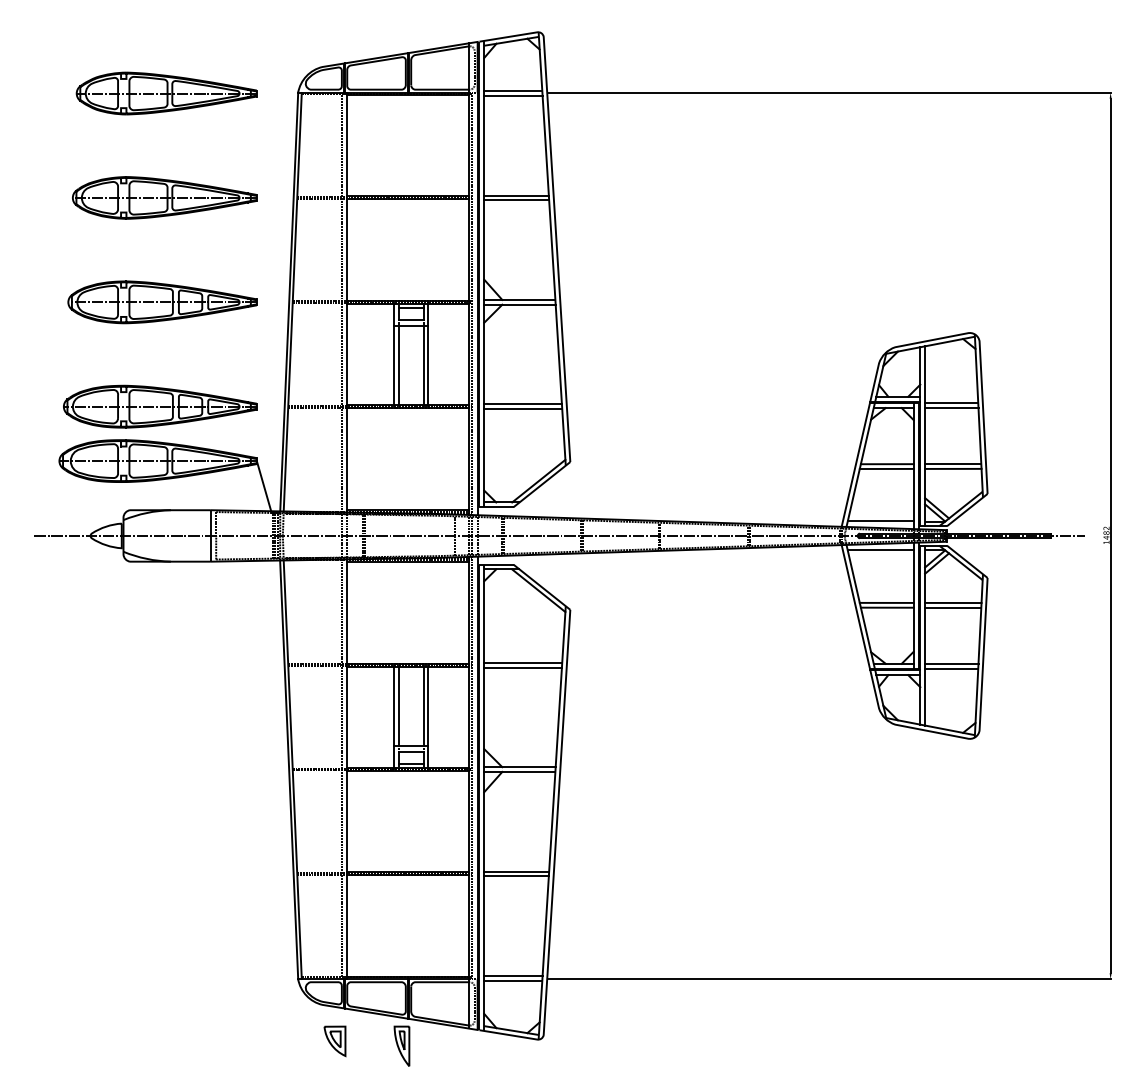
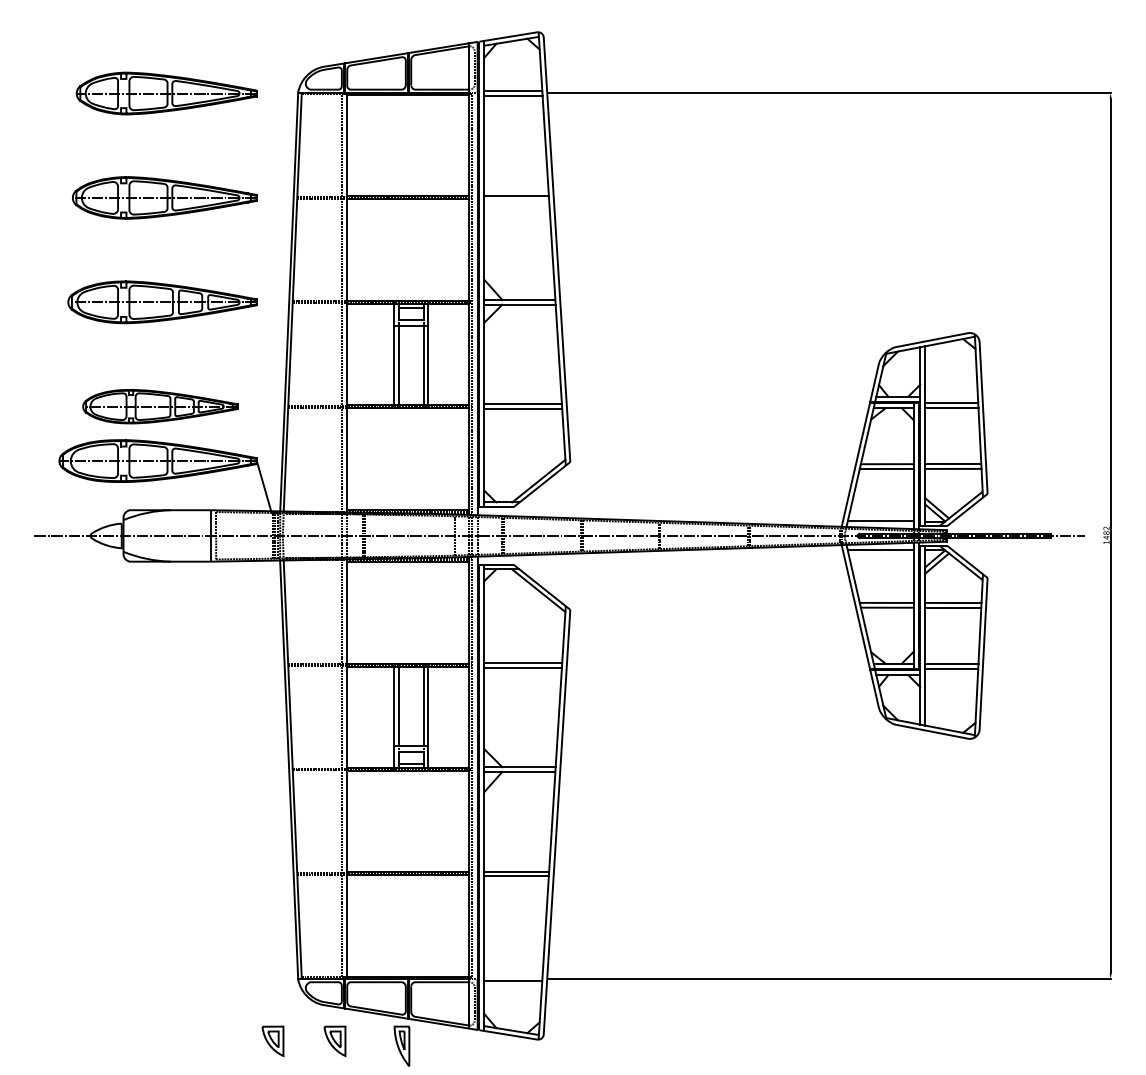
line at (516, 200): present -> none
part at (160, 406) size: 195x45 px -> 157x36 px
line at (513, 975): present -> none
part at (272, 1041): none -> present
